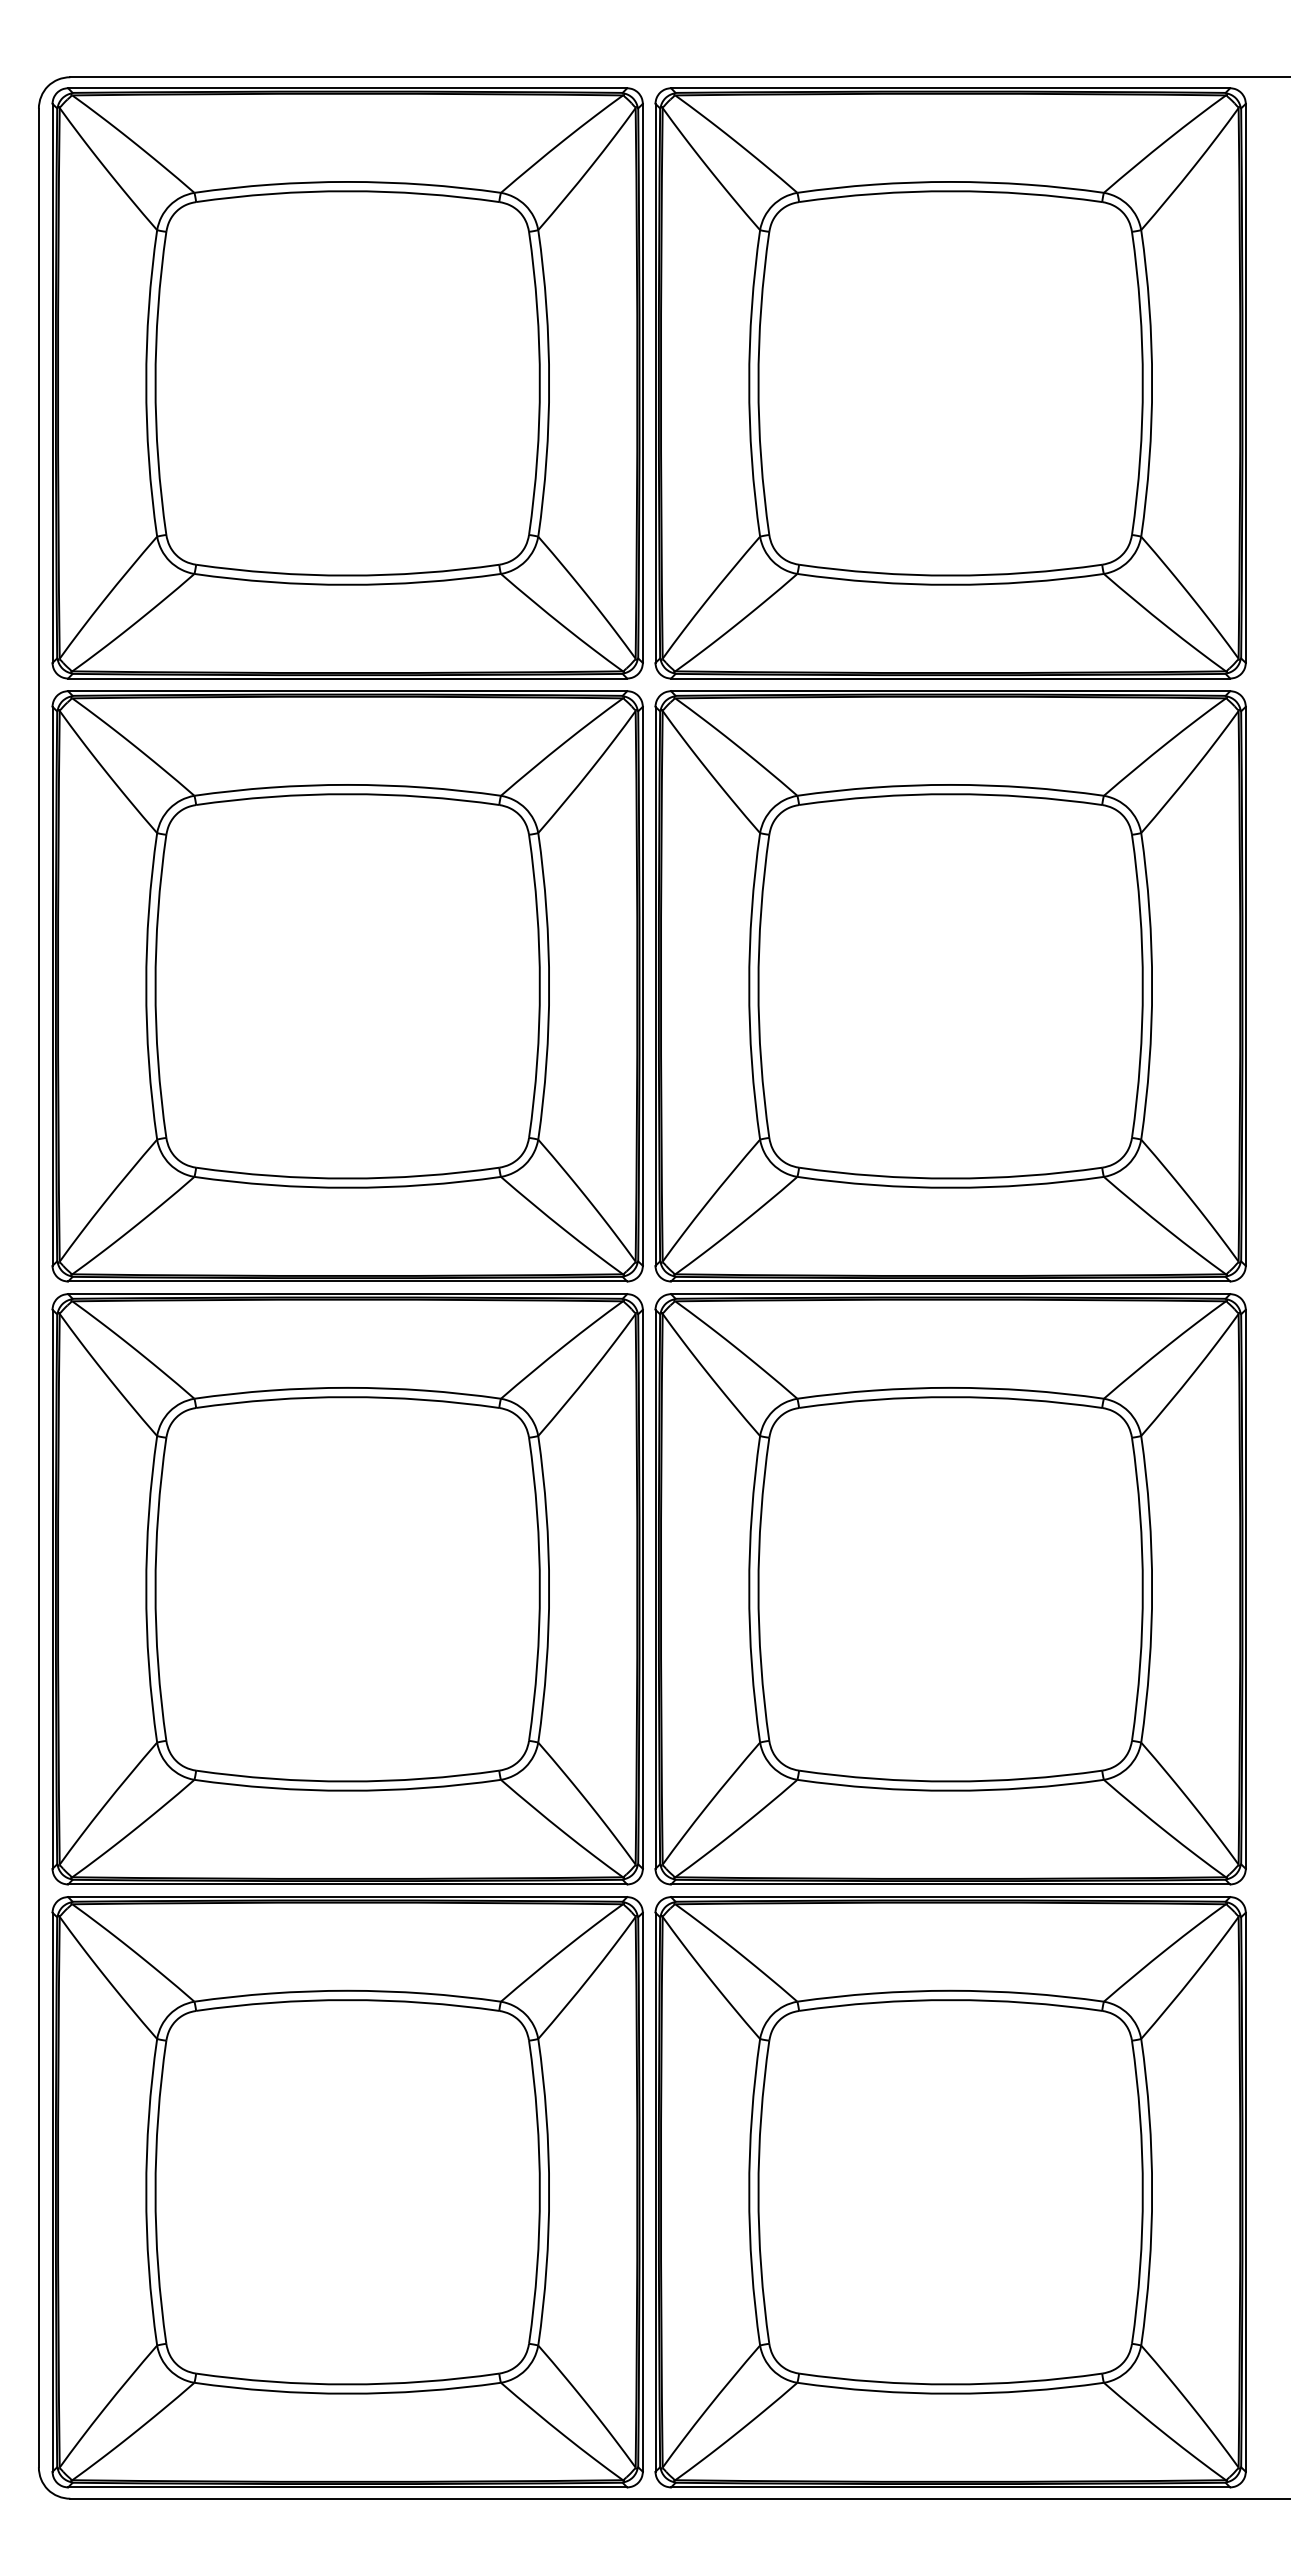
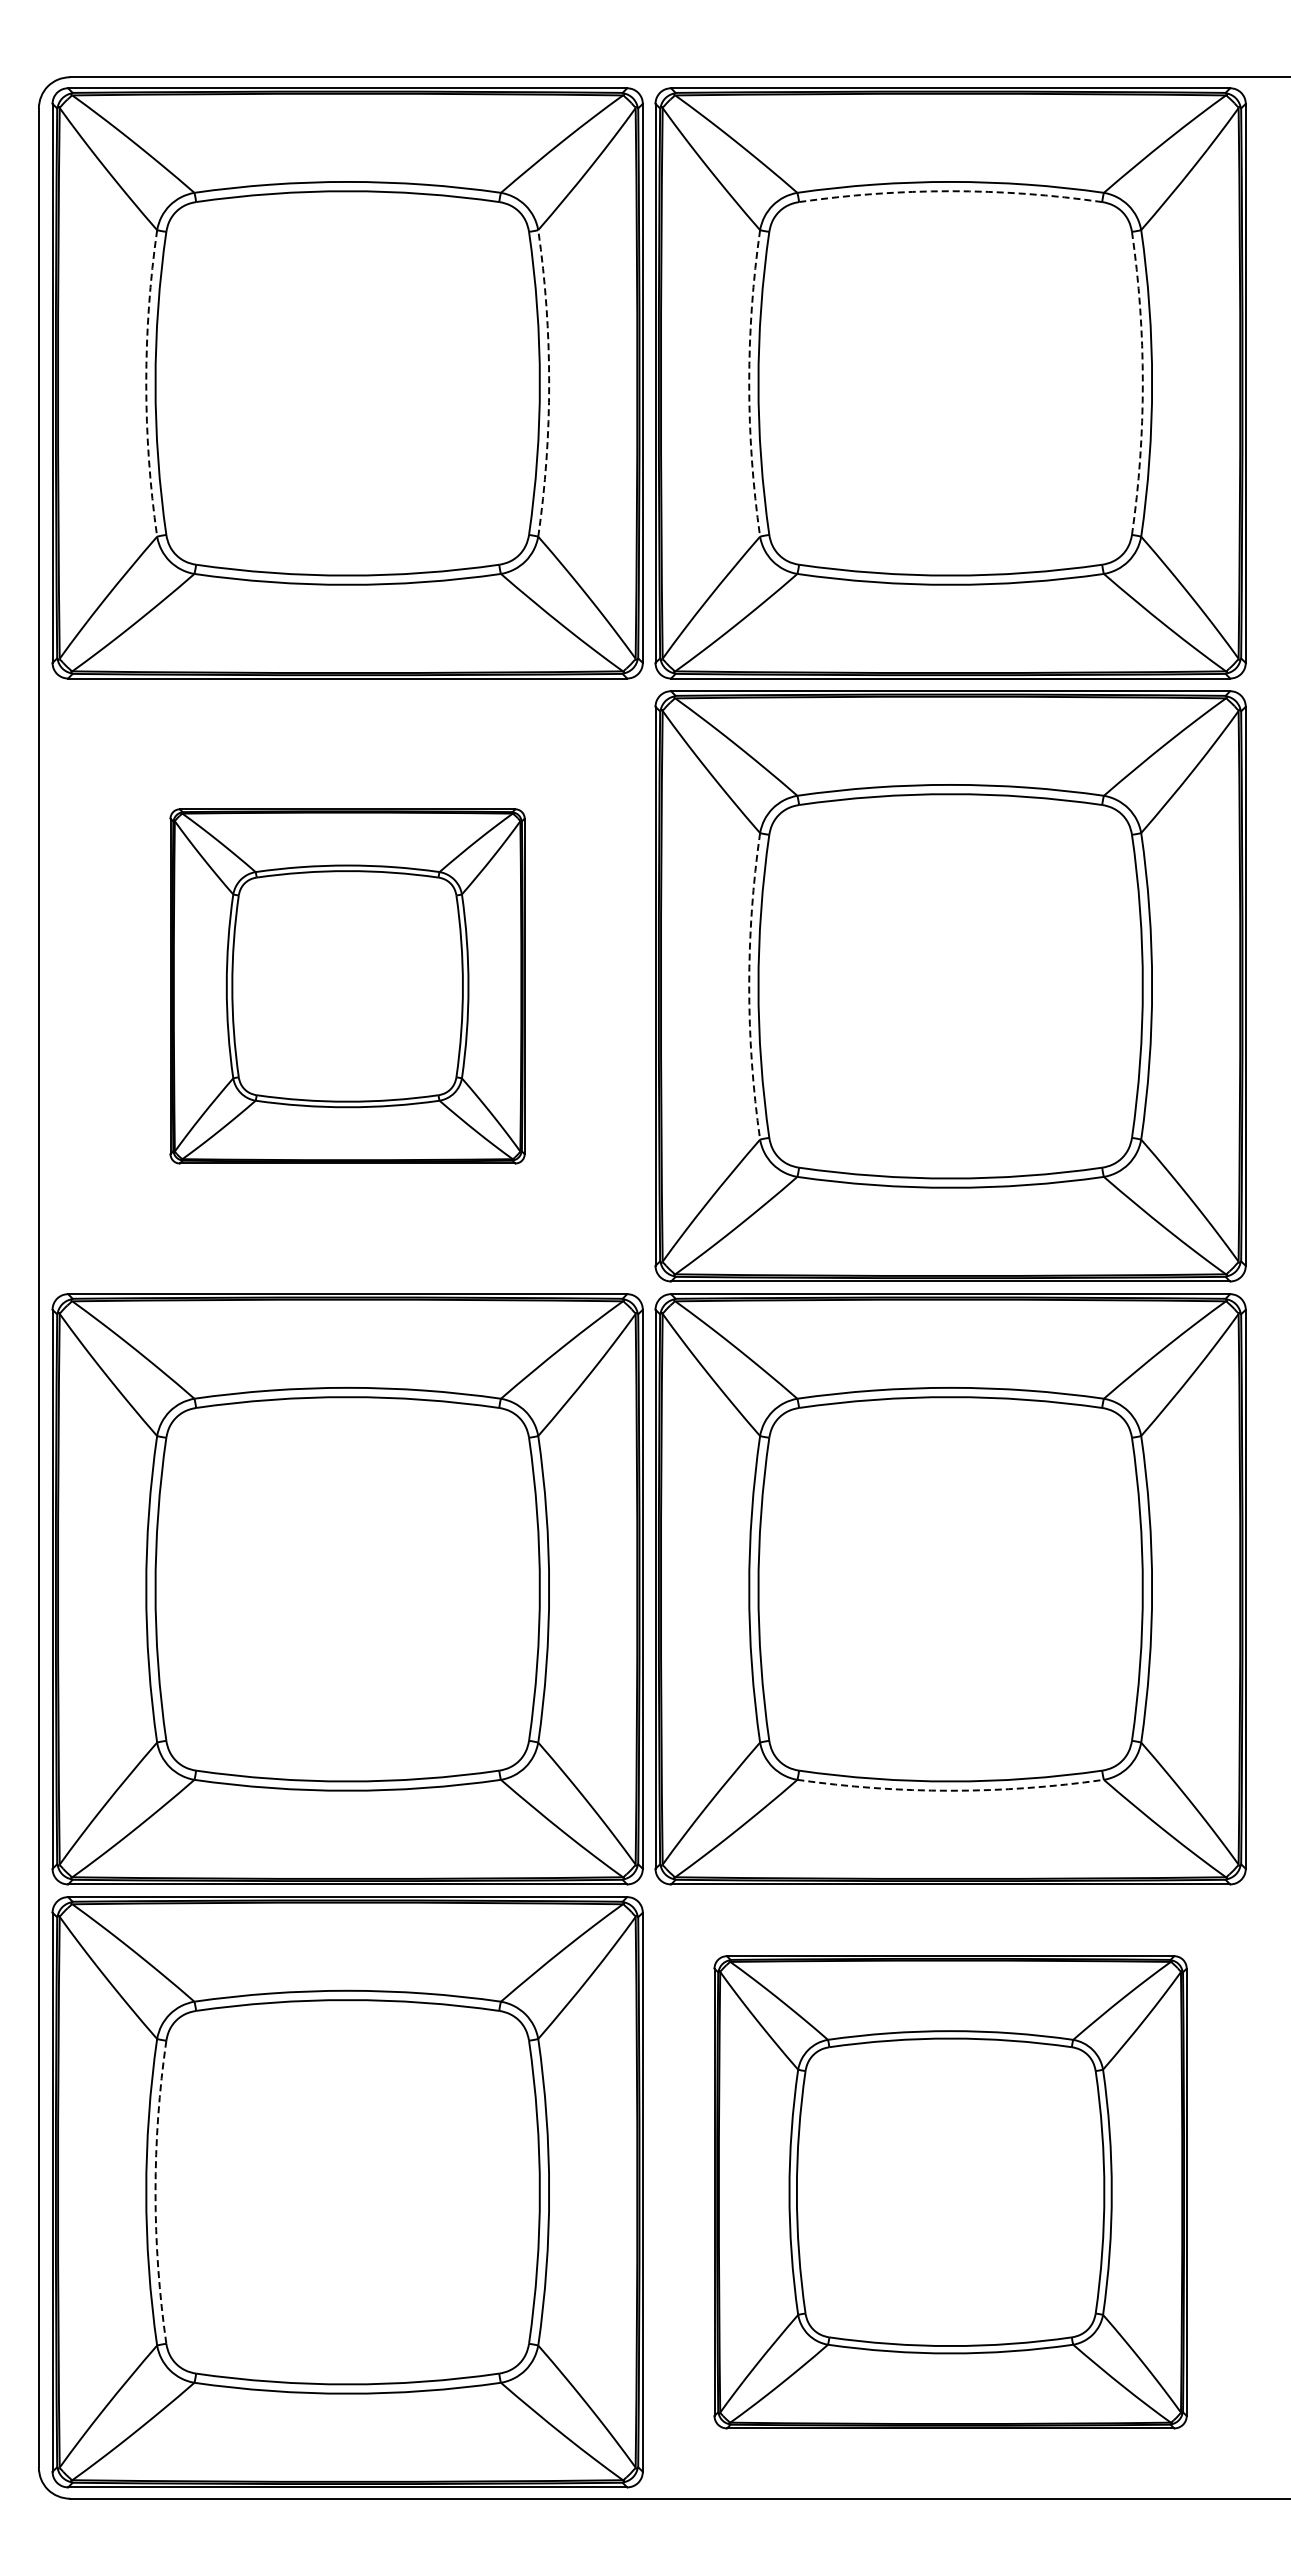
arc at (950, 191): solid -> dashed
arc at (146, 383): solid -> dashed
arc at (549, 383): solid -> dashed
arc at (749, 383): solid -> dashed
arc at (1142, 383): solid -> dashed
part at (347, 986) size: 593x593 px -> 357x357 px
arc at (749, 986): solid -> dashed
arc at (950, 1790): solid -> dashed
arc at (155, 2192): solid -> dashed
part at (950, 2192) size: 593x593 px -> 475x475 px
